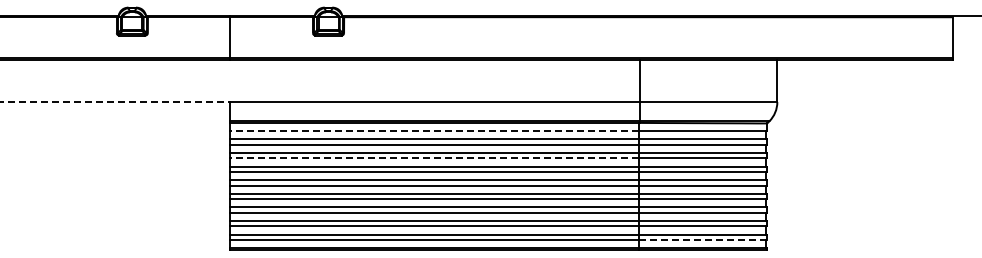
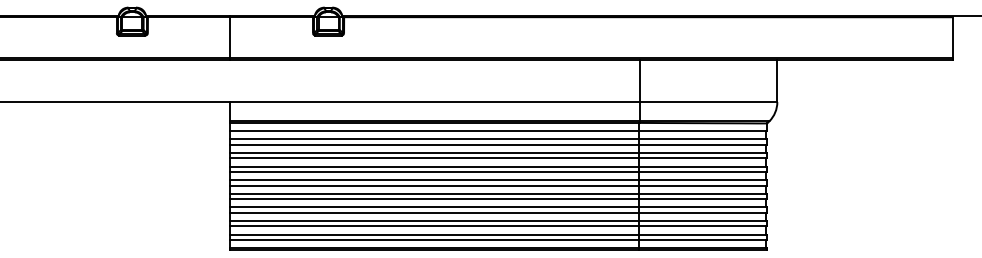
line at (115, 102): dashed -> solid
line at (434, 131): dashed -> solid
line at (434, 158): dashed -> solid
line at (702, 240): dashed -> solid
